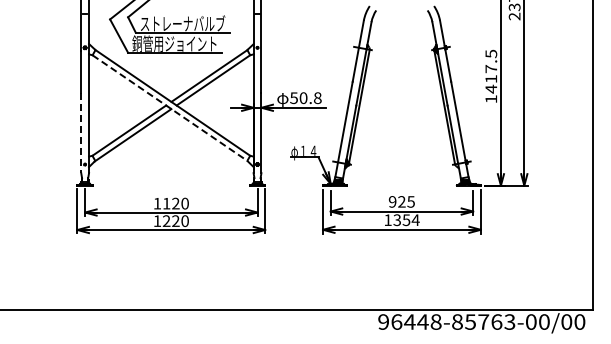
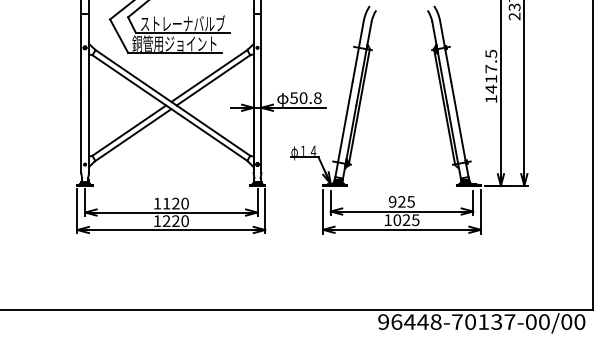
line at (170, 108): dashed -> solid
line at (81, 133): dashed -> solid
text at (406, 220): 1354 -> 1025
text at (483, 321): 96448-85763-00/00 -> 96448-70137-00/00
